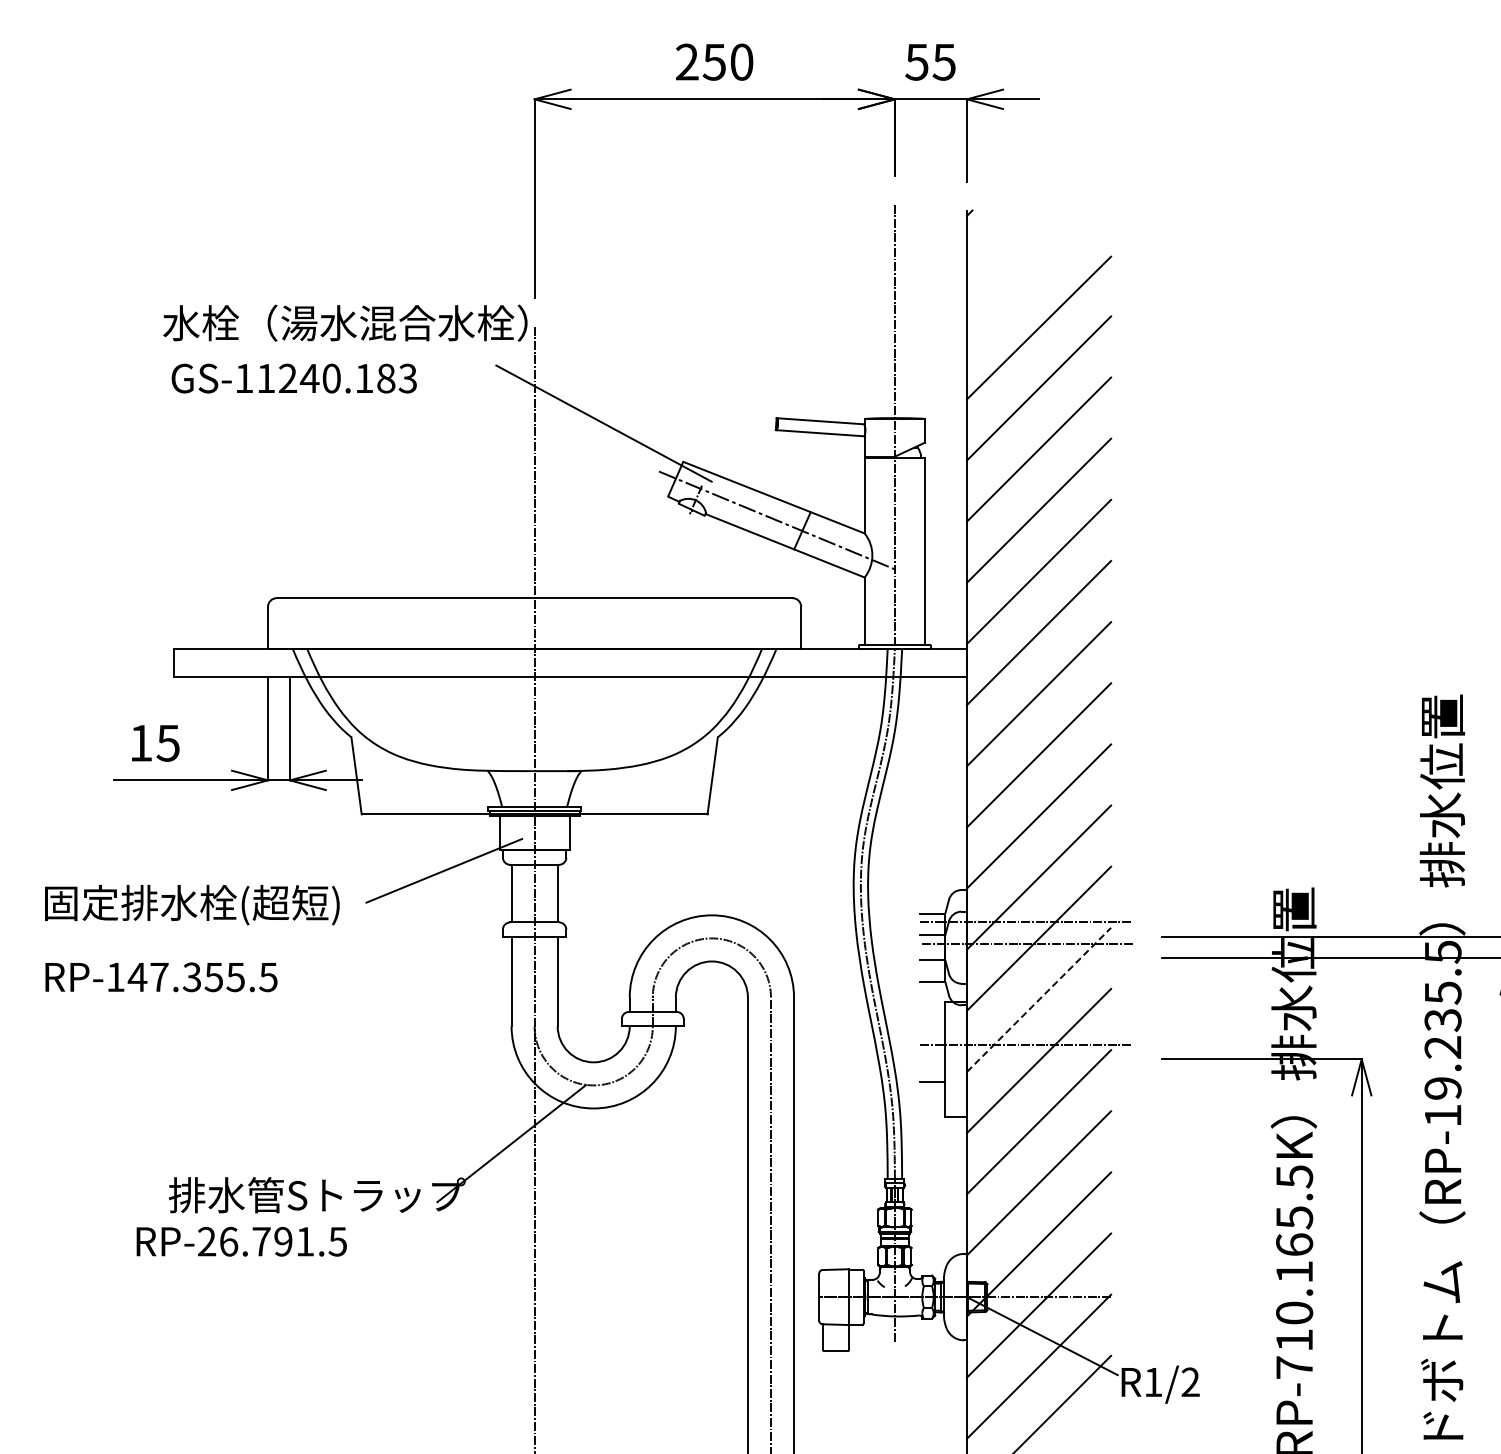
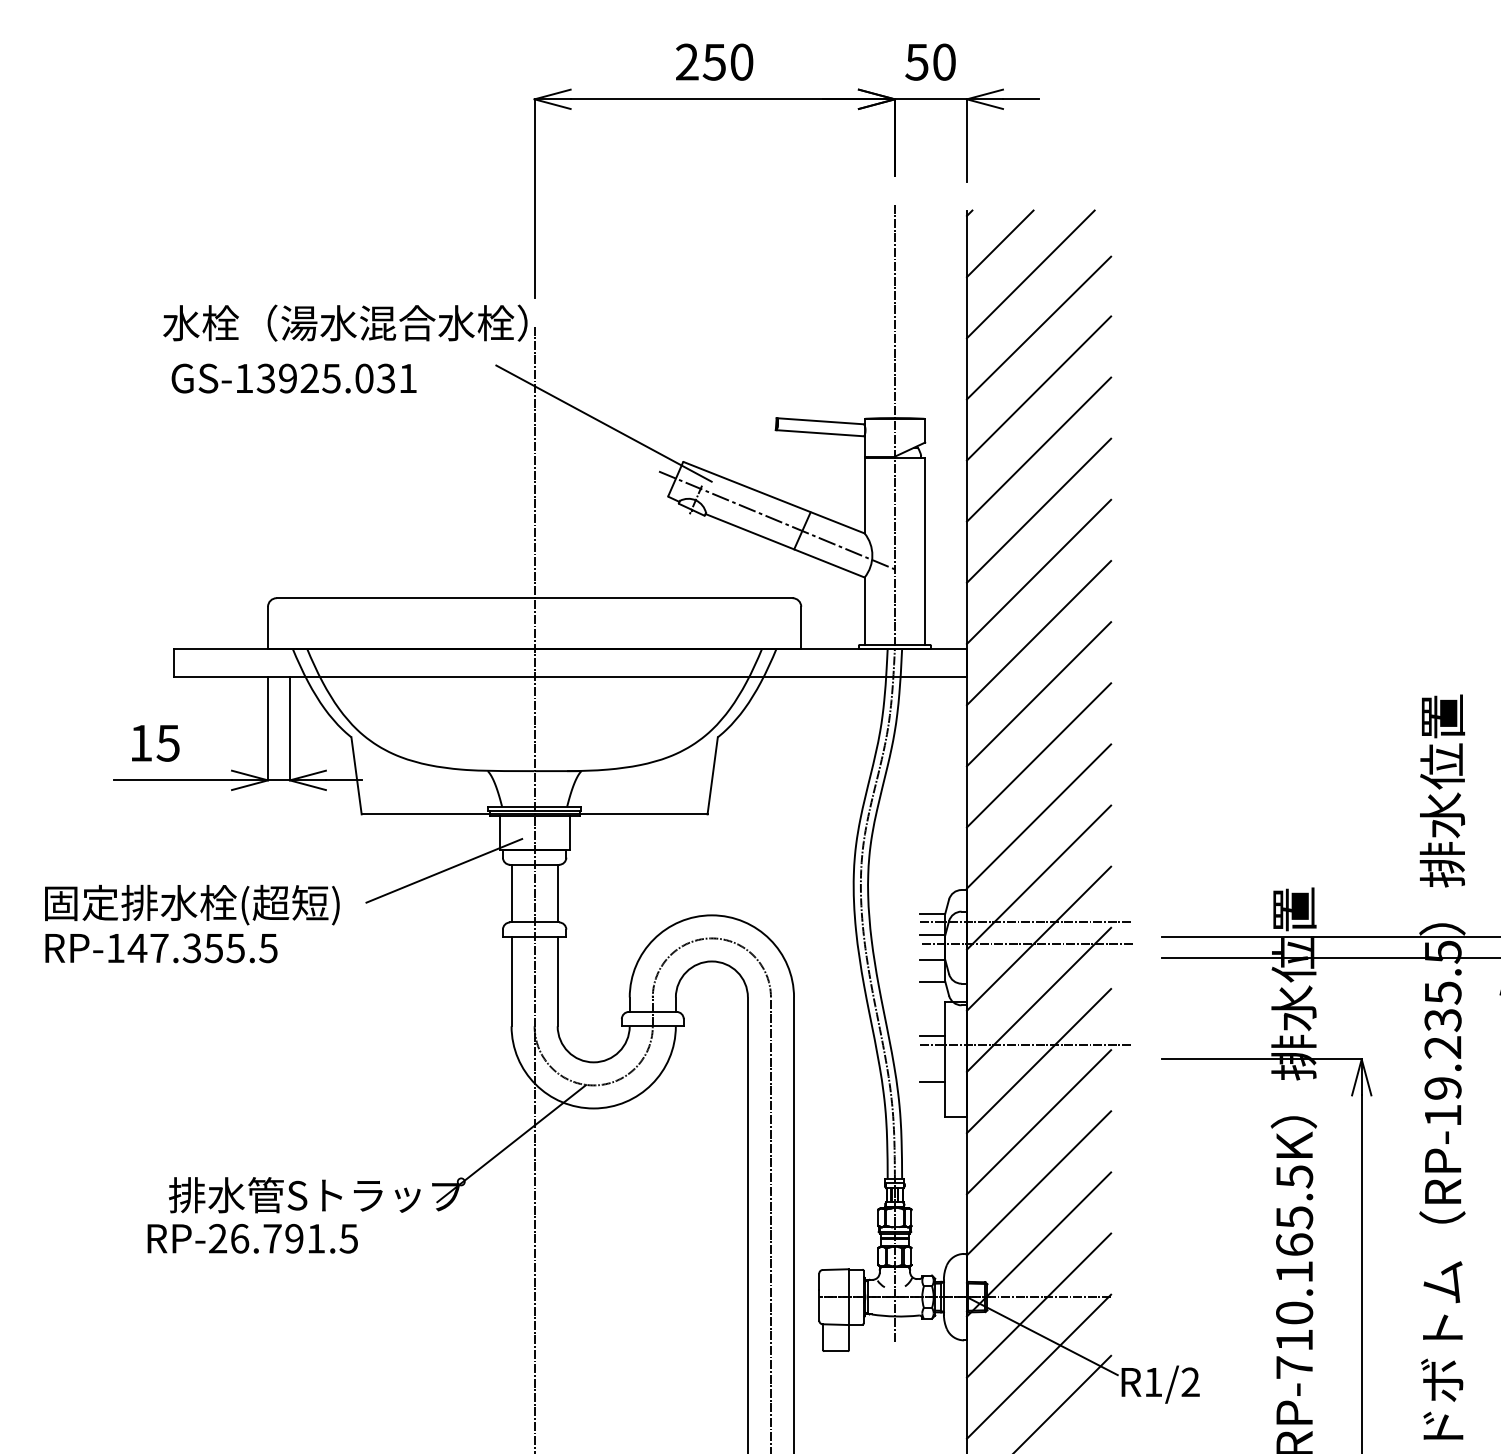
text at (943, 61): 55 -> 50
line at (999, 243): none -> present
line at (1030, 274): none -> present
text at (336, 378): GS-11240.183 -> GS-13925.031
text at (161, 977) position: (161, 977) -> (161, 948)
line at (1039, 999): dashed -> solid
line at (932, 1036): none -> present
text at (241, 1241) position: (241, 1241) -> (252, 1238)
